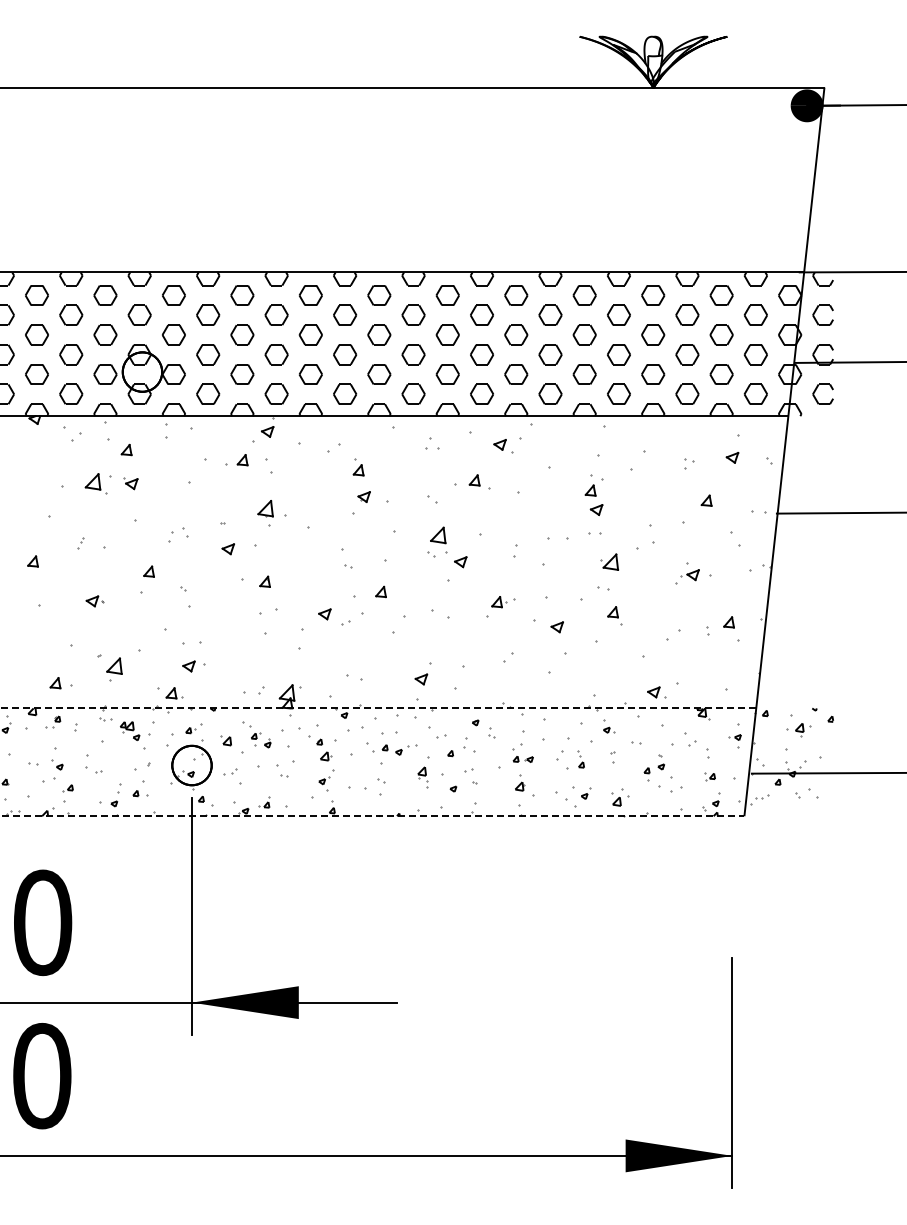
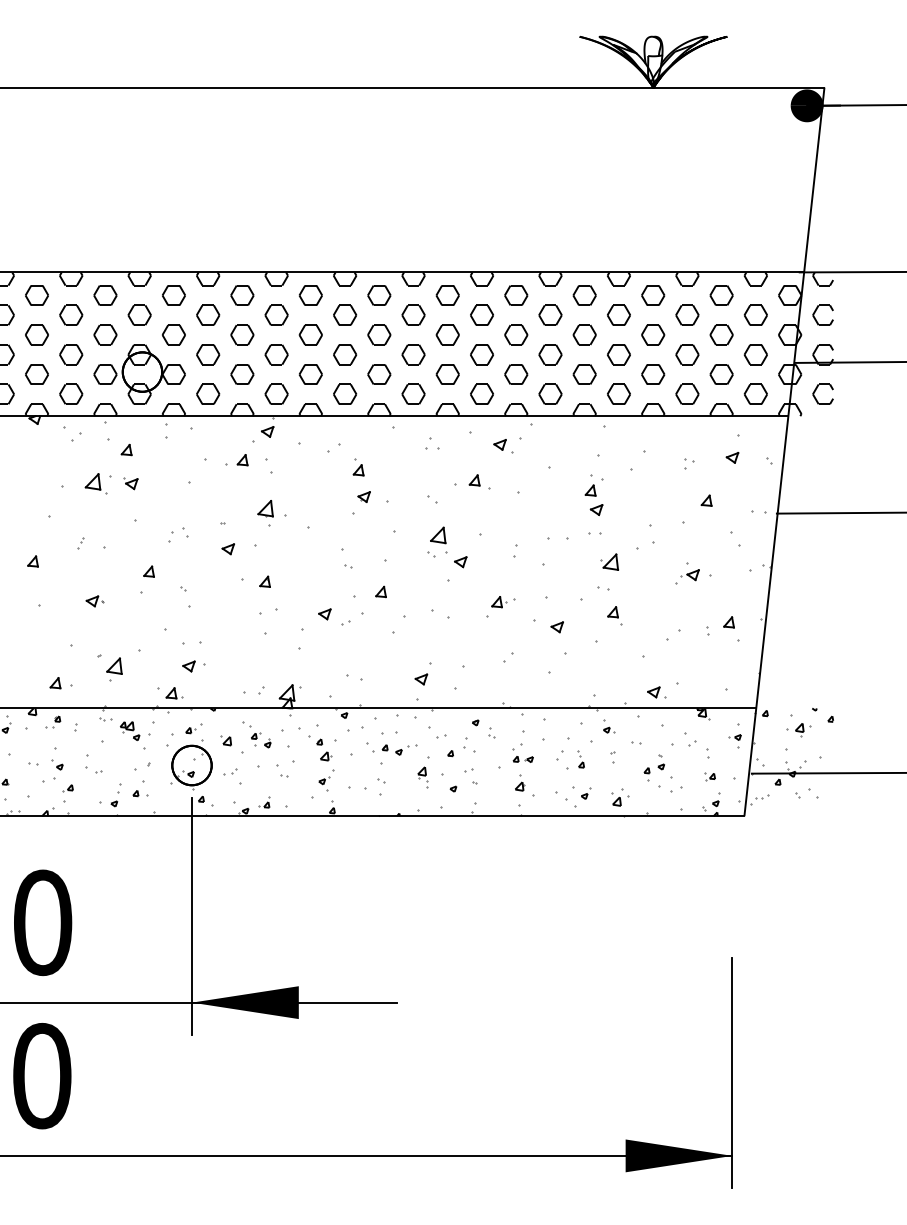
line at (378, 708): dashed -> solid
line at (372, 816): dashed -> solid
